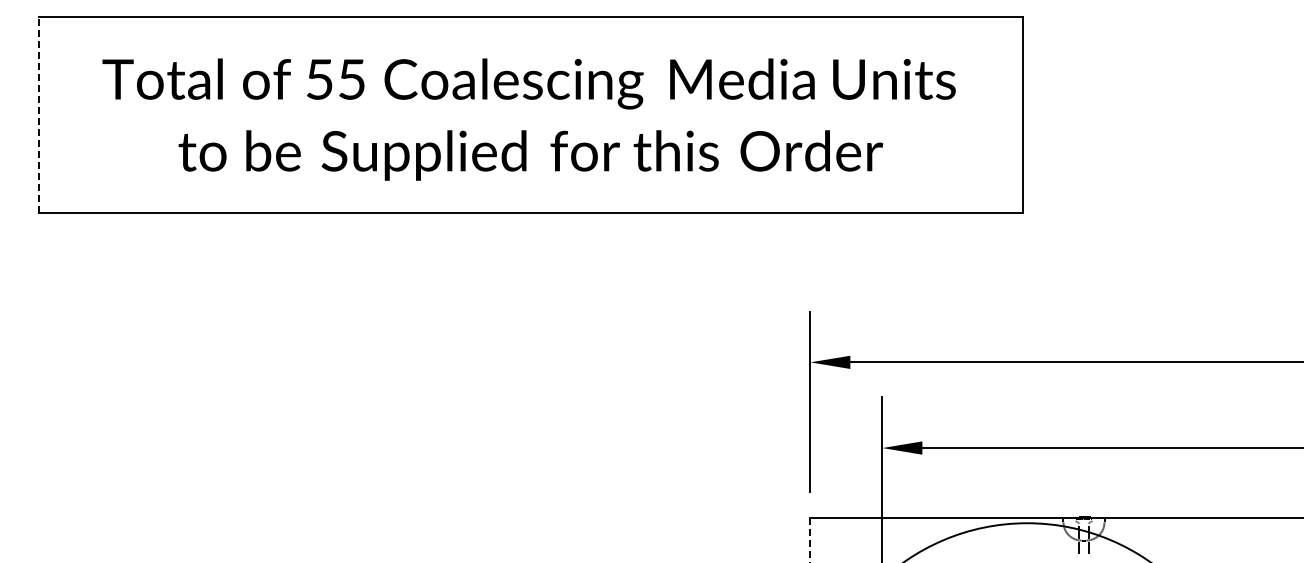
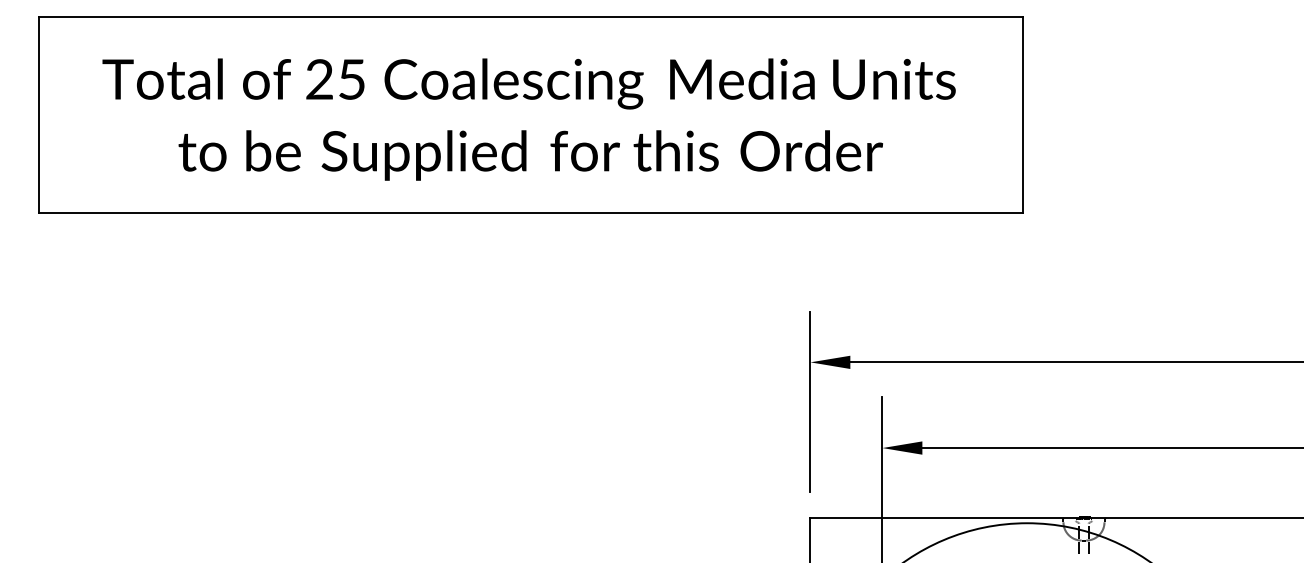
text at (319, 79): 55 -> 25
line at (39, 114): dashed -> solid
line at (810, 540): dashed -> solid
